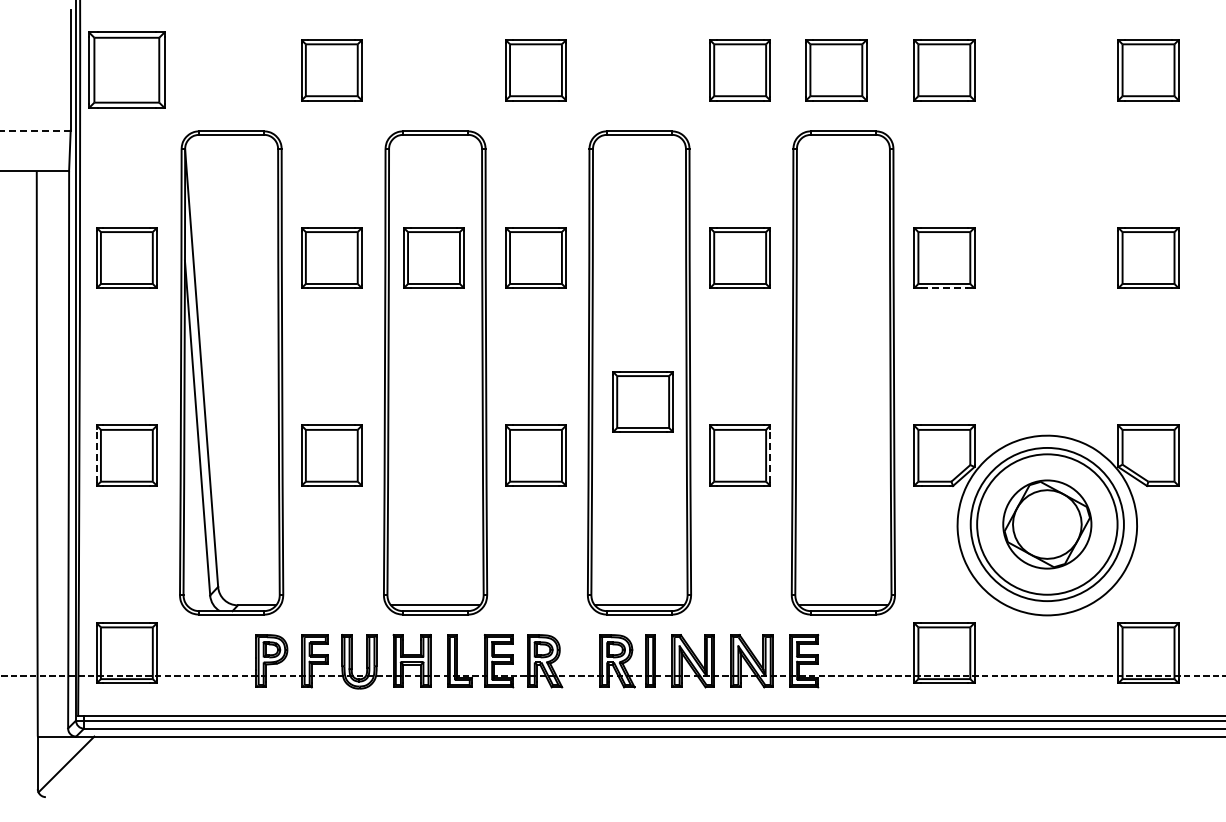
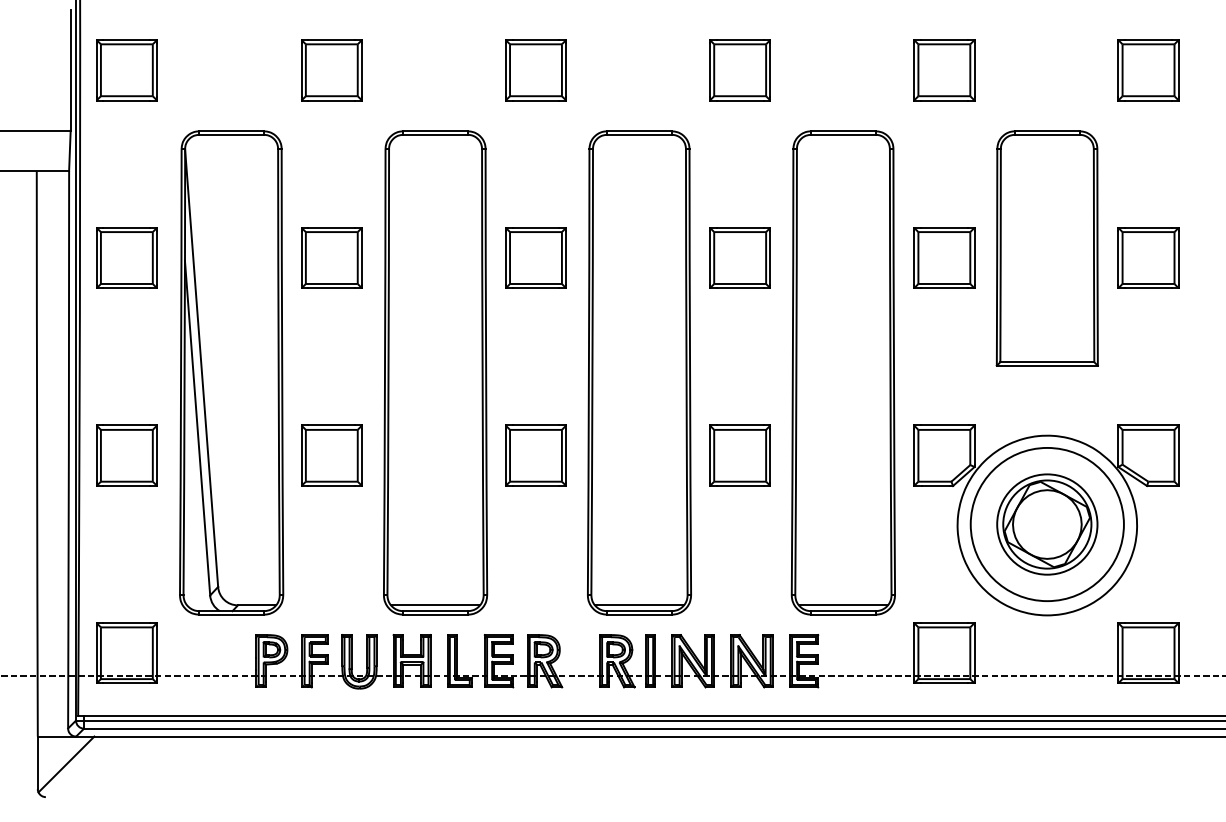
part at (126, 69) size: 78x78 px -> 62x63 px
part at (836, 70): present -> none
line at (35, 130): dashed -> solid
part at (1046, 248): none -> present
part at (433, 257): present -> none
line at (944, 288): dashed -> solid
part at (642, 401): present -> none
line at (96, 455): dashed -> solid
line at (770, 455): dashed -> solid
circle at (1047, 524) diameter: 140 px -> 100 px
